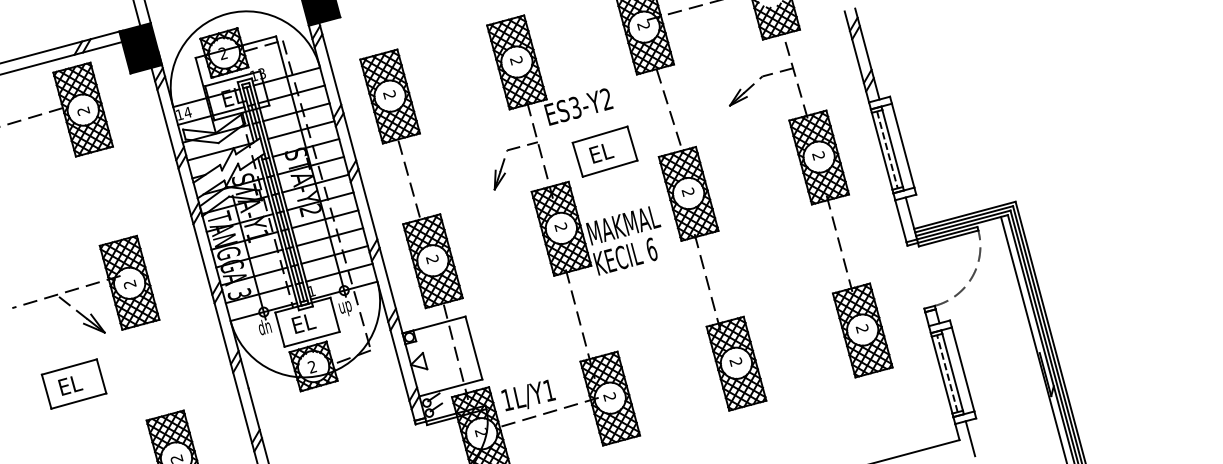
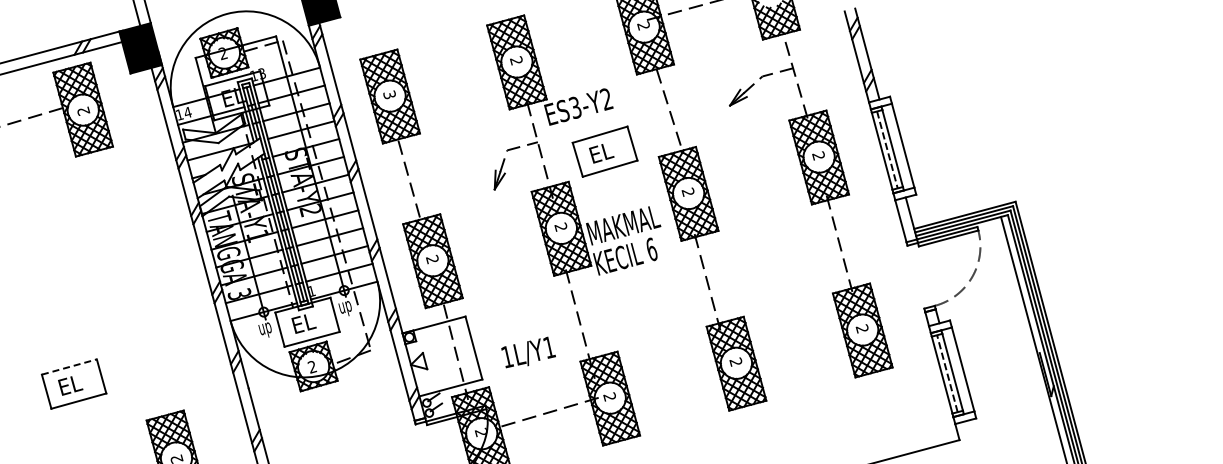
text at (389, 94): 2 -> 3
part at (86, 283): present -> none
text at (265, 328): dn -> up
line at (69, 367): solid -> dashed
text at (528, 395) position: (528, 395) -> (528, 352)
line at (970, 438): present -> none
